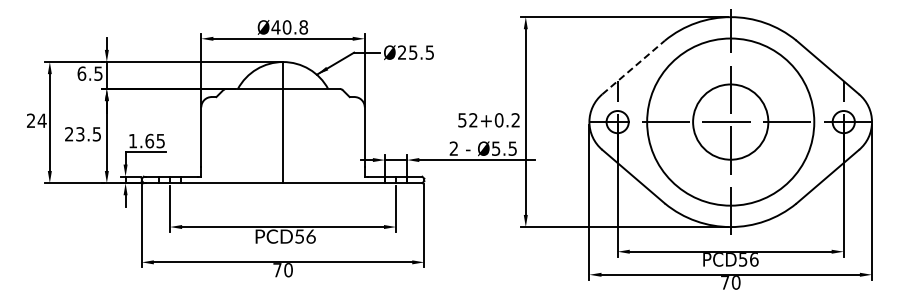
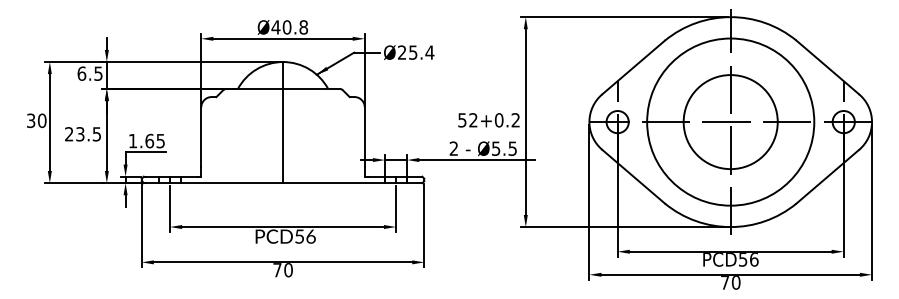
text at (429, 52): Ø25.5 -> Ø25.4
line at (634, 67): dashed -> solid
text at (36, 120): 24 -> 30
circle at (730, 121) diameter: 75 px -> 94 px
